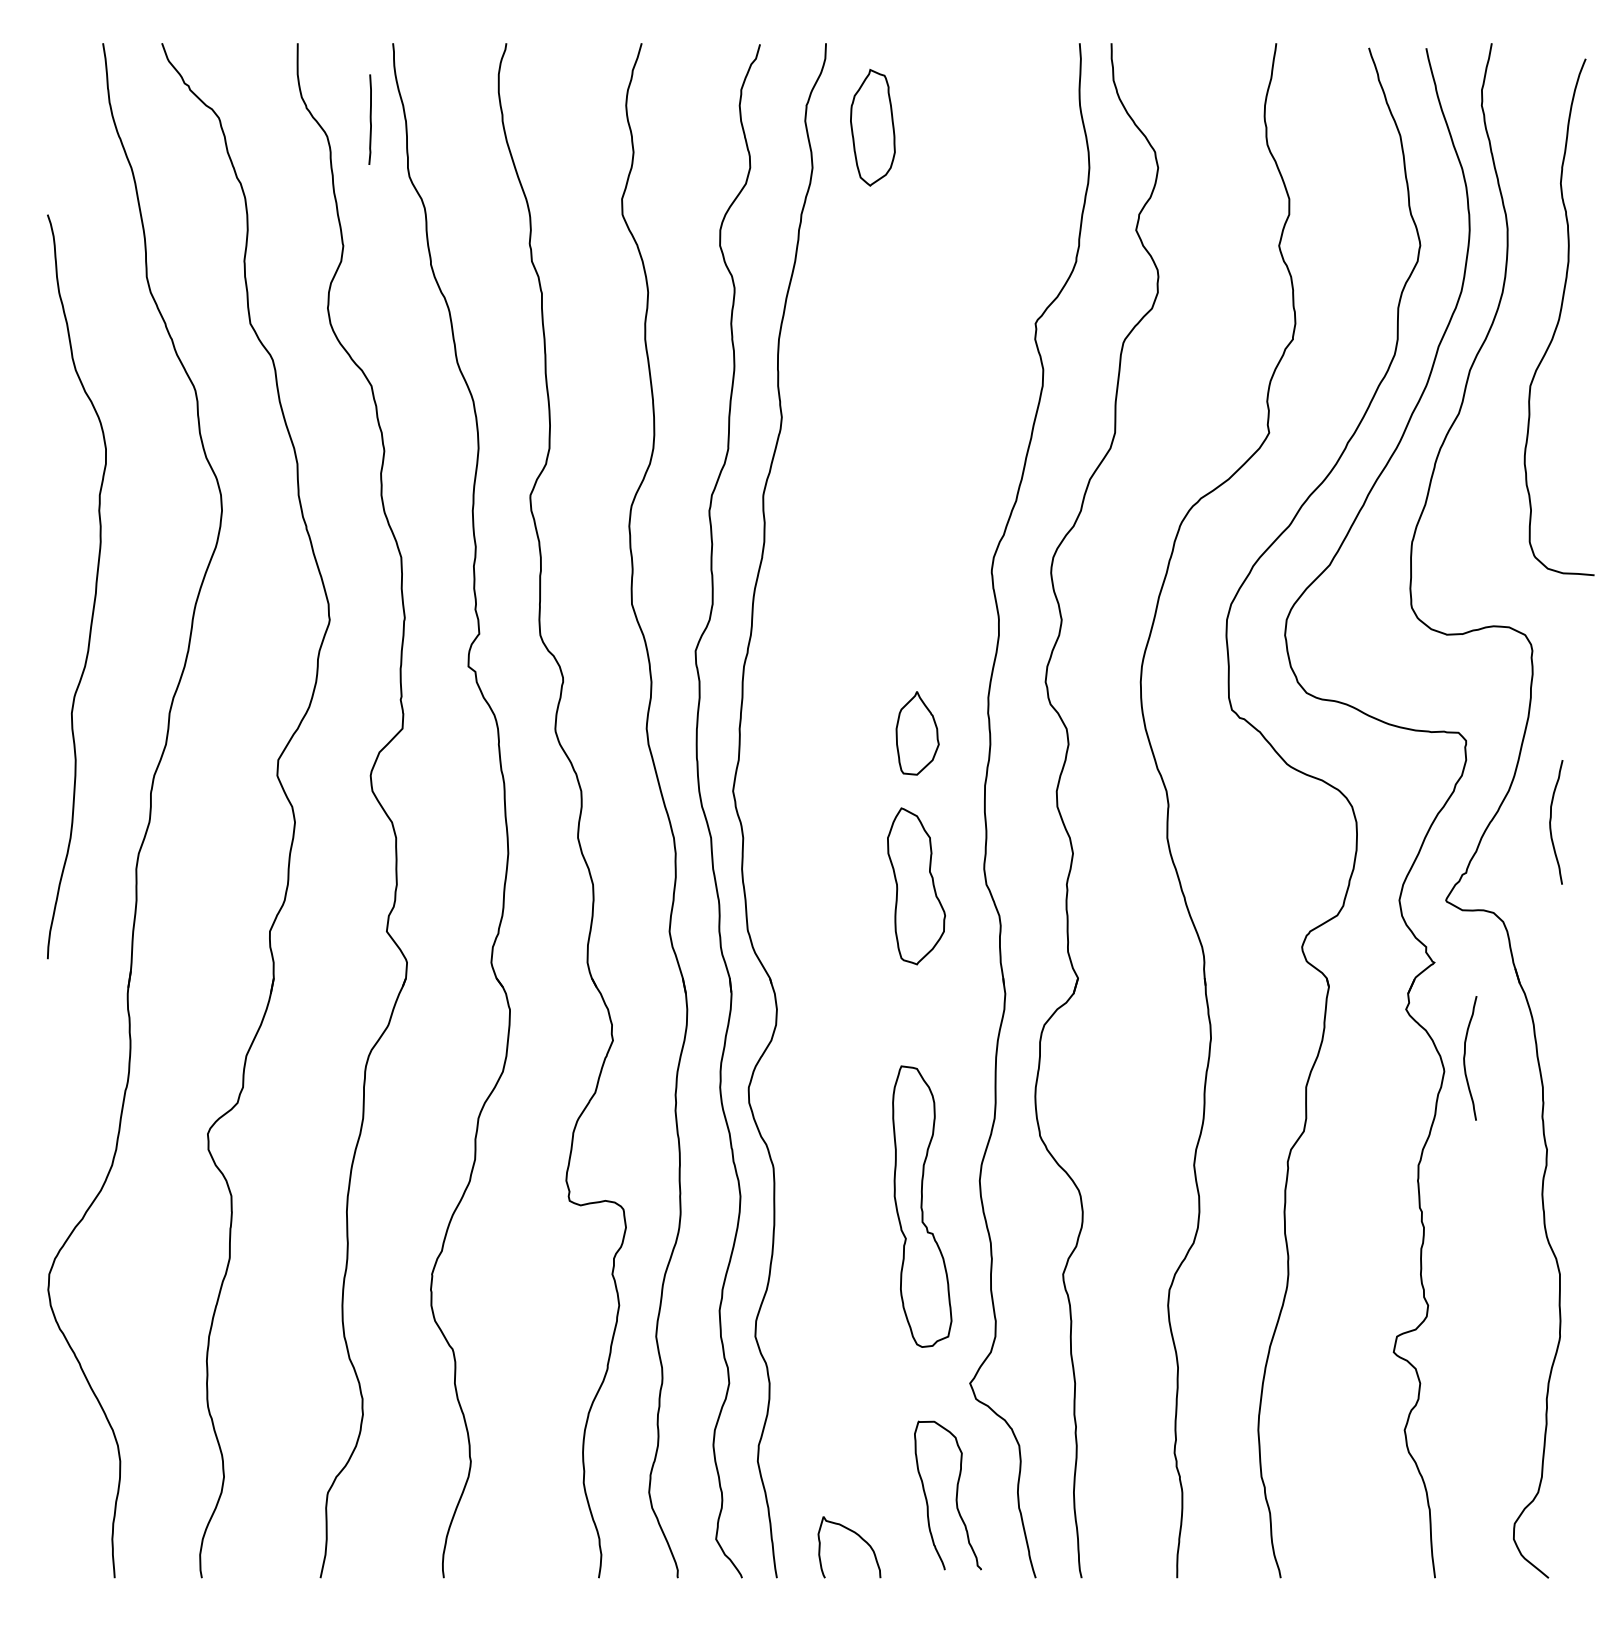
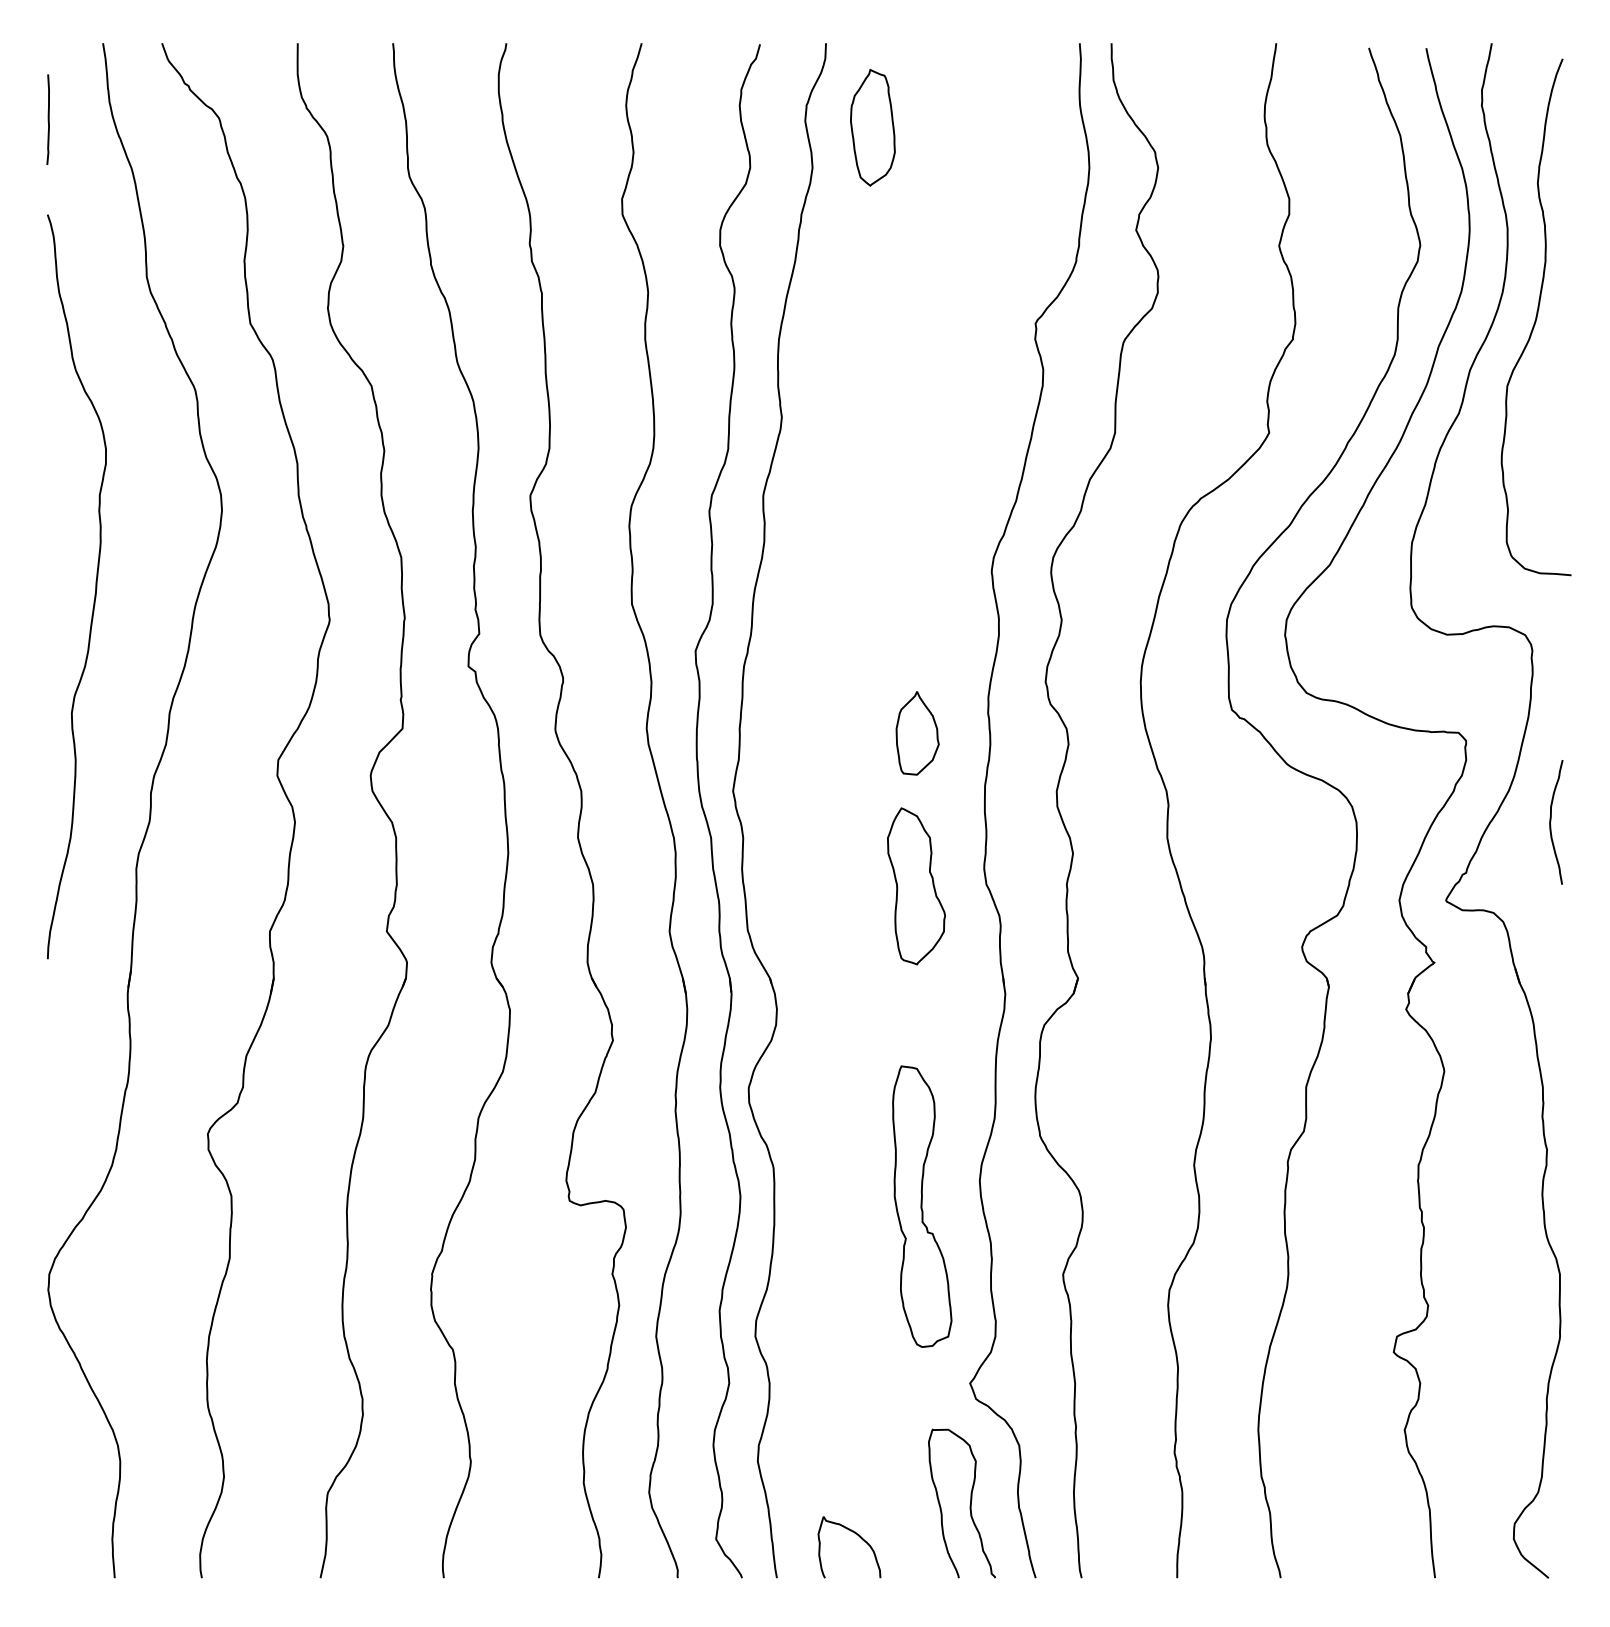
line at (369, 119) position: (369, 119) -> (47, 119)
curve at (1558, 317) position: (1558, 317) -> (1535, 317)
curve at (1465, 1057): present -> none
curve at (955, 1497) position: (955, 1497) -> (969, 1505)
